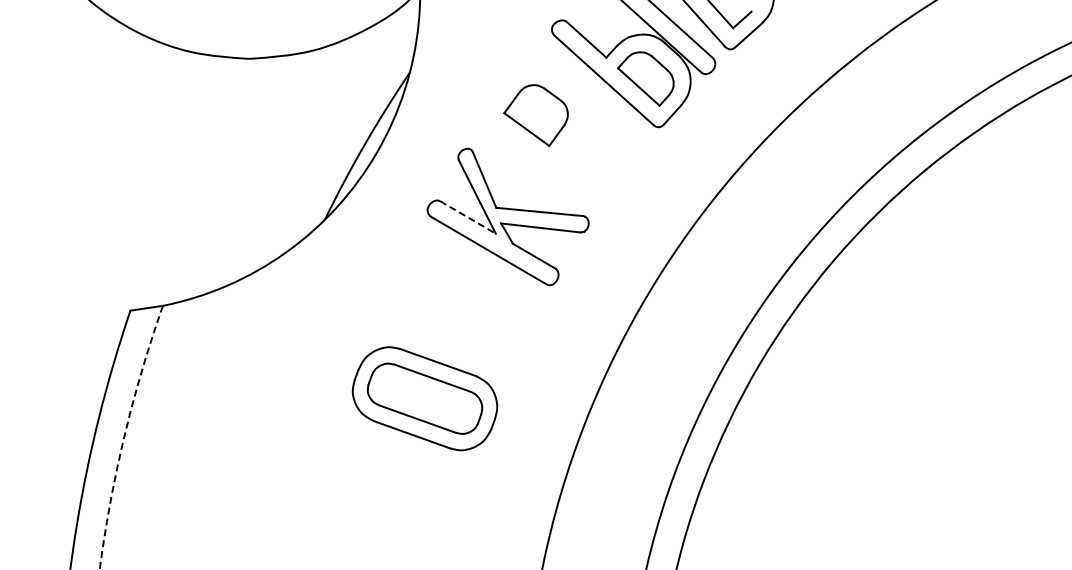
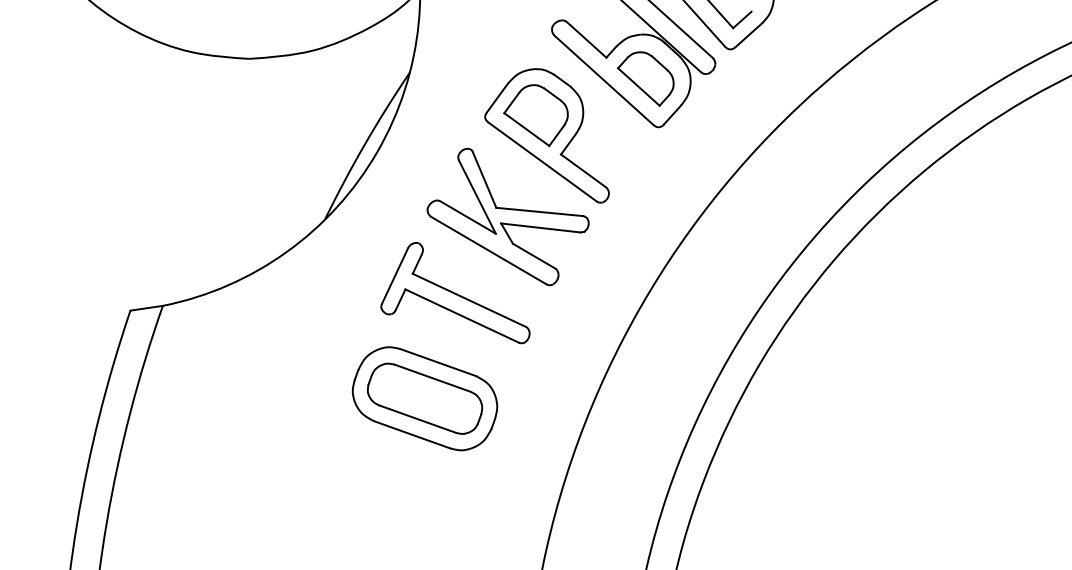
part at (546, 135): none -> present
line at (468, 217): dashed -> solid
part at (455, 293): none -> present
arc at (124, 436): dashed -> solid
